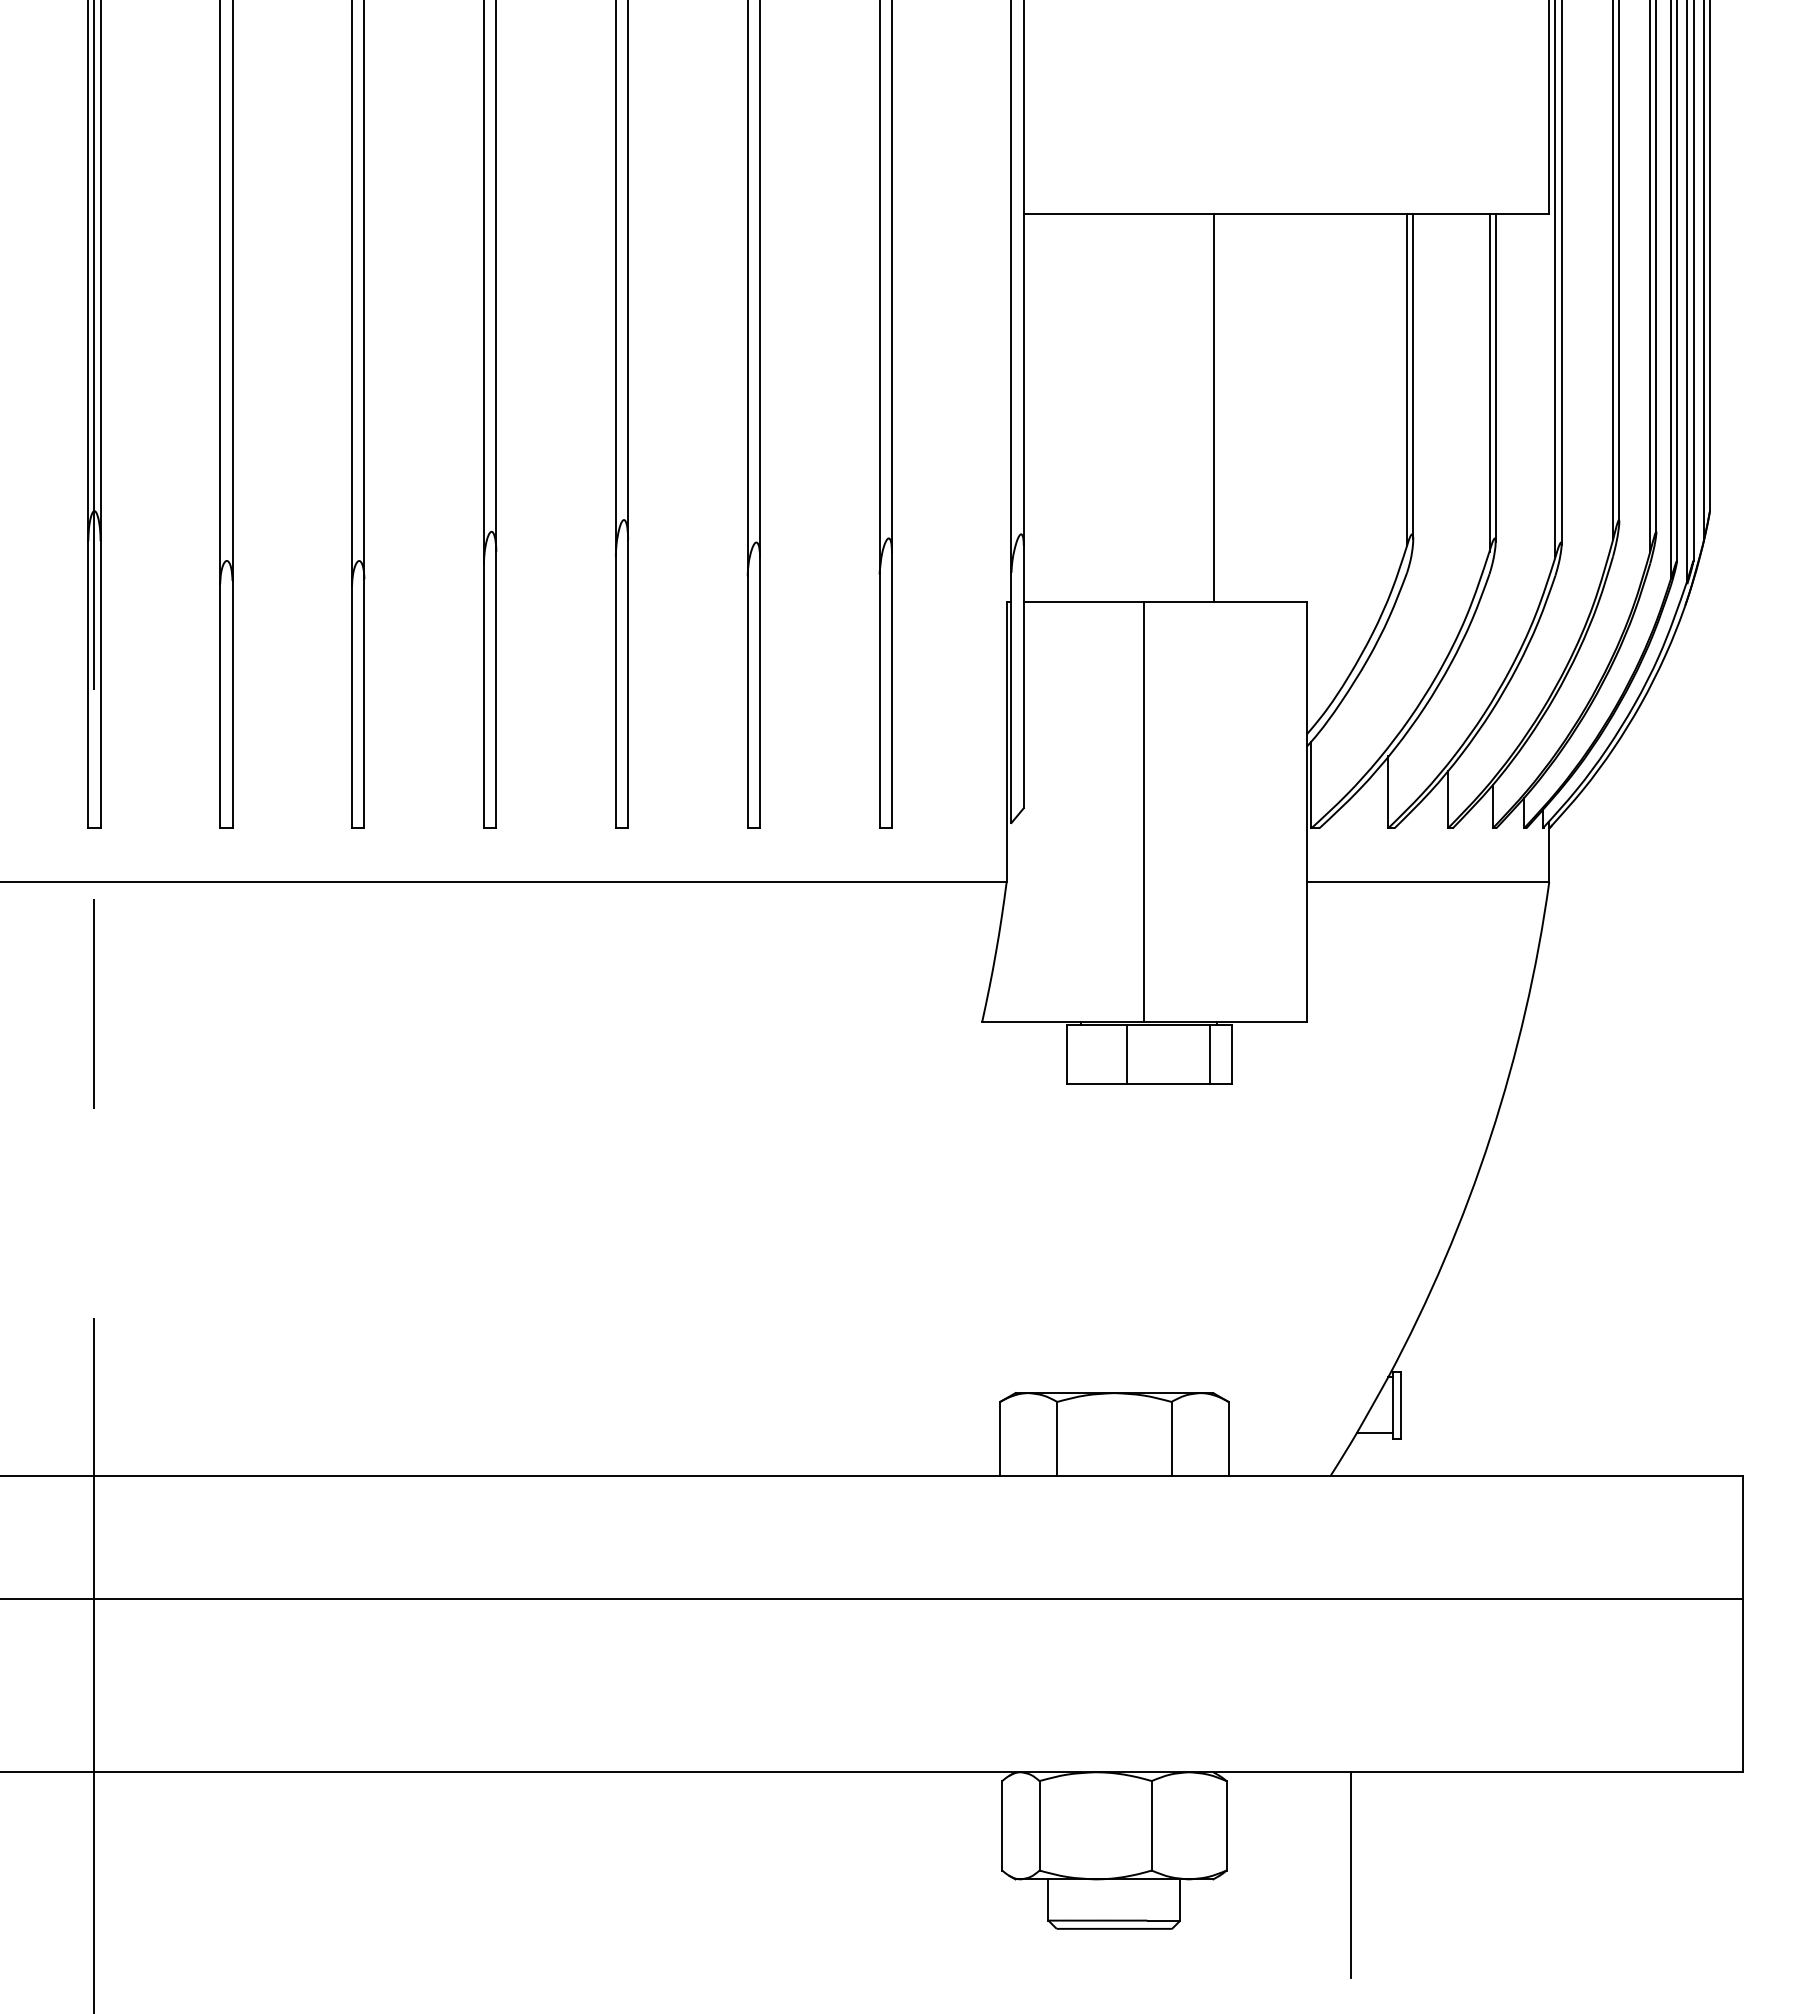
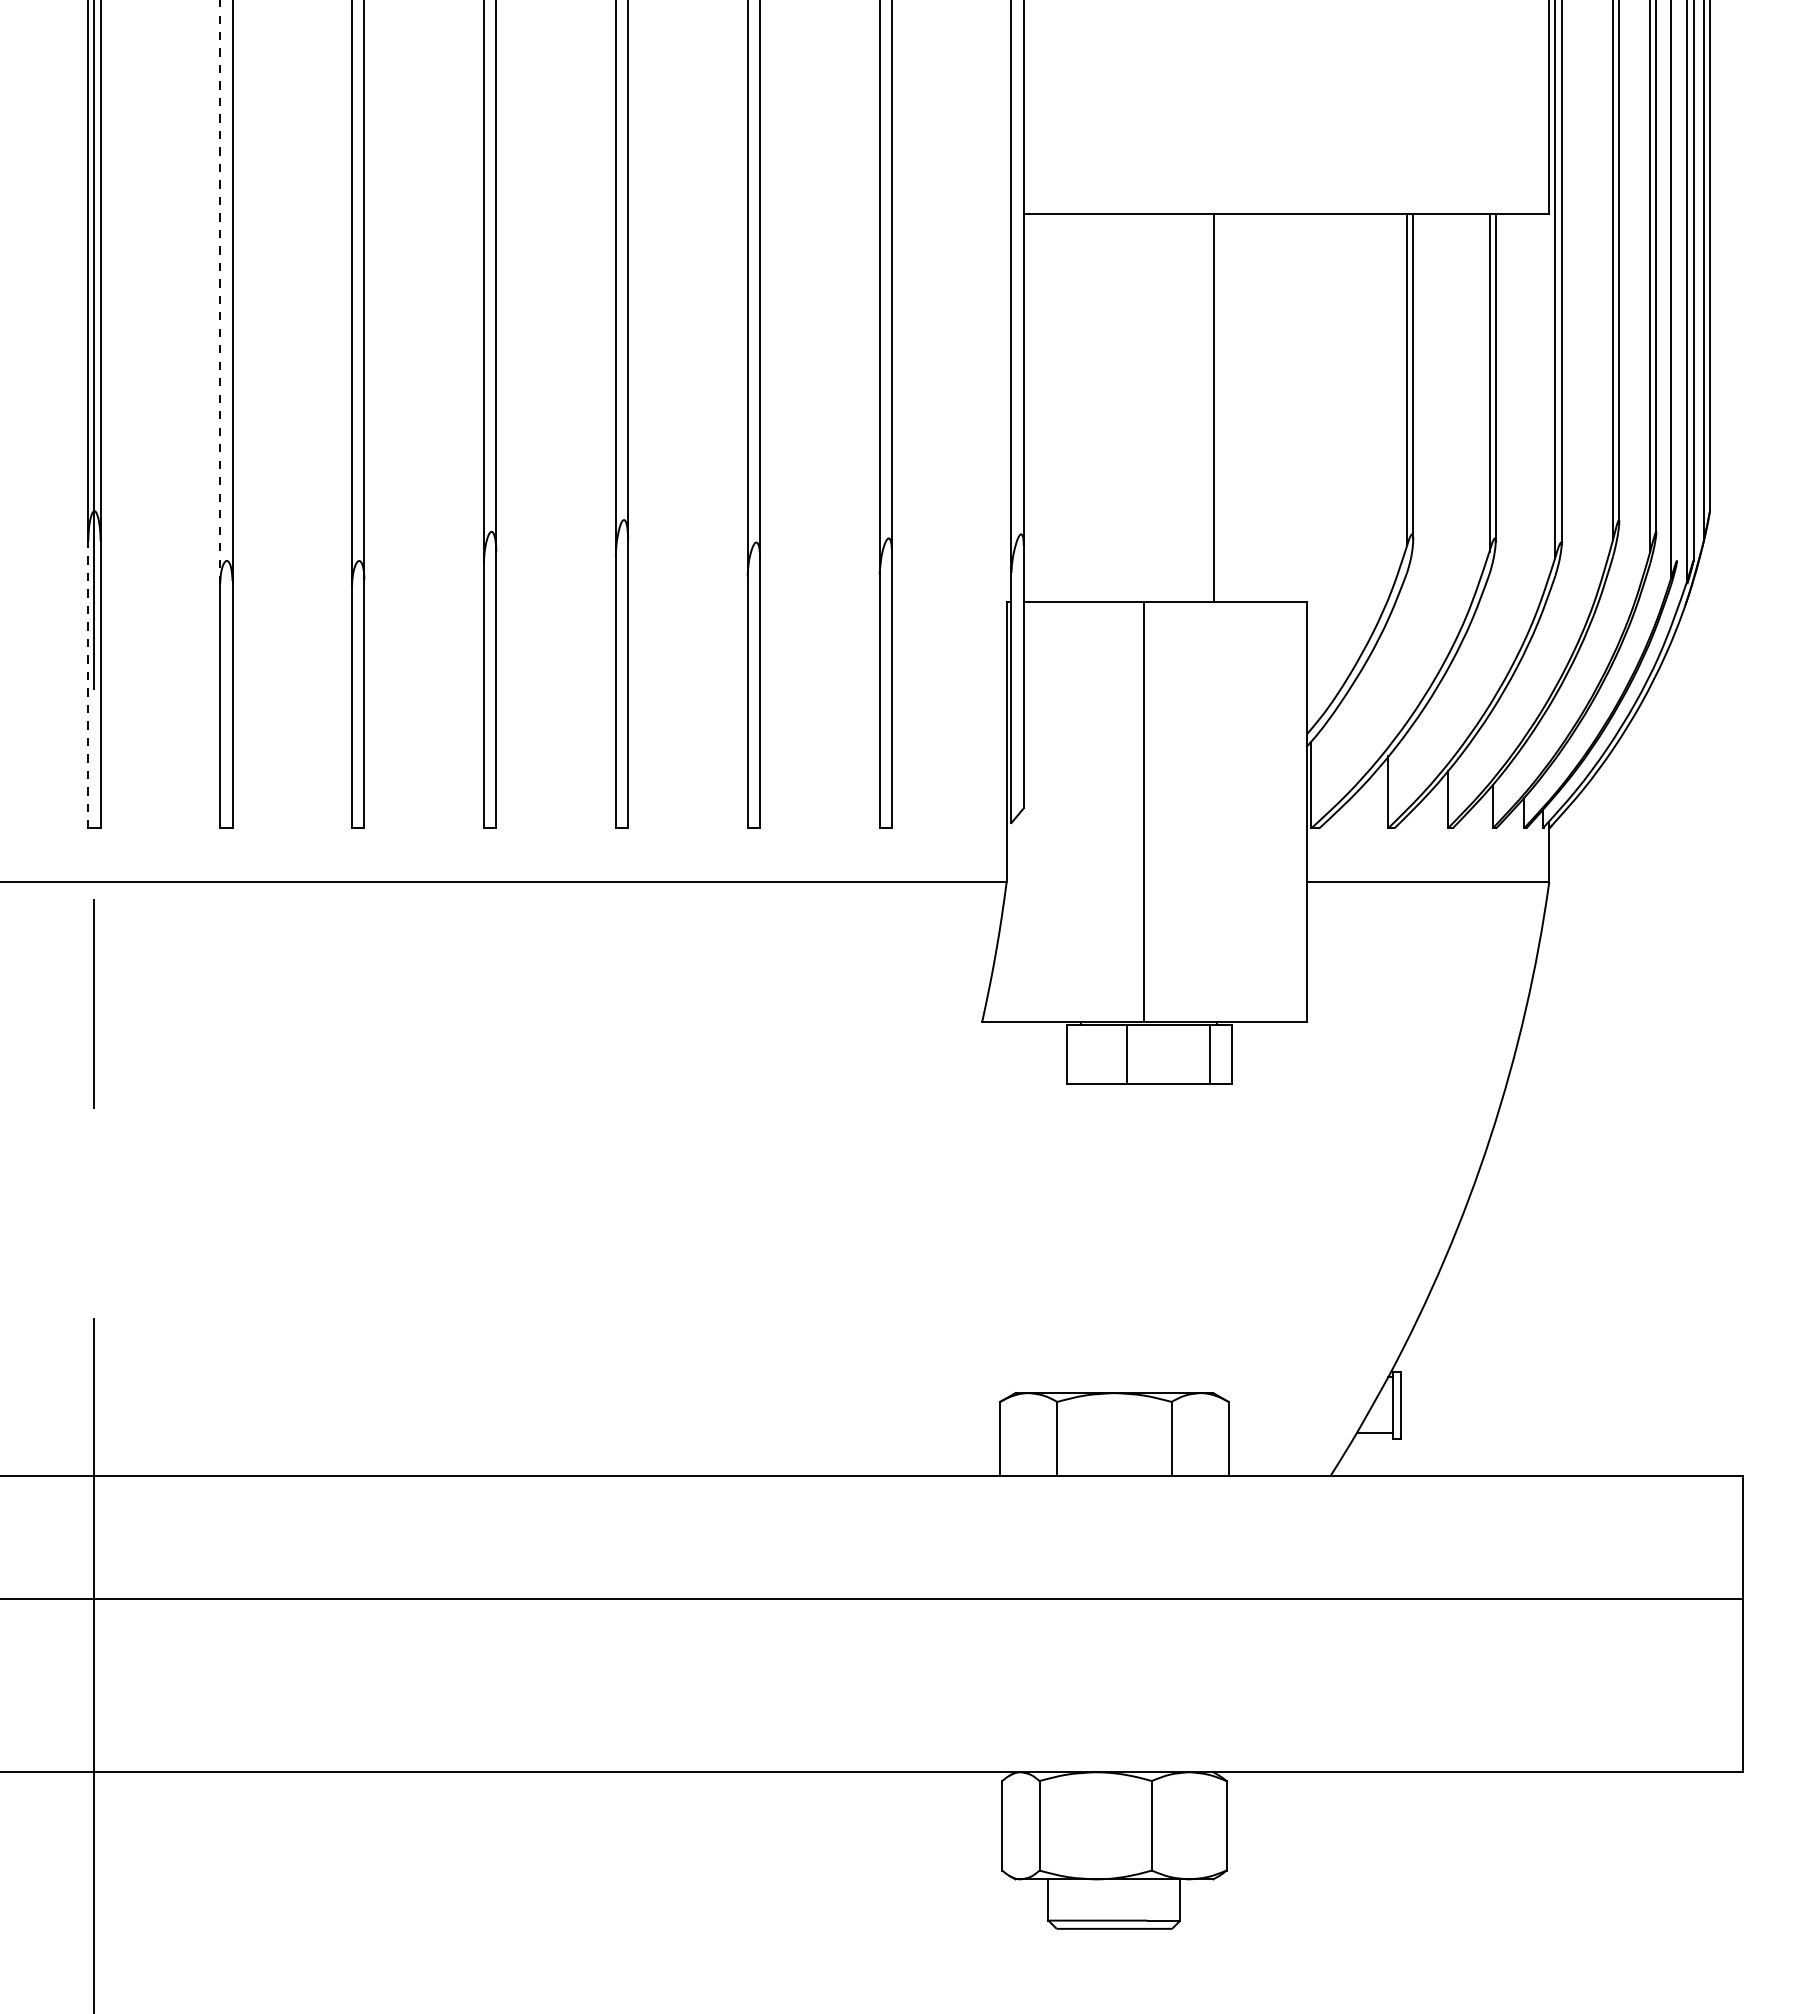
line at (1677, 281): present -> none
line at (220, 292): solid -> dashed
line at (88, 684): solid -> dashed
line at (1351, 1875): present -> none
